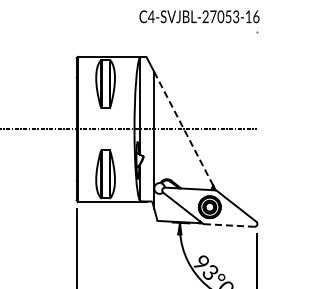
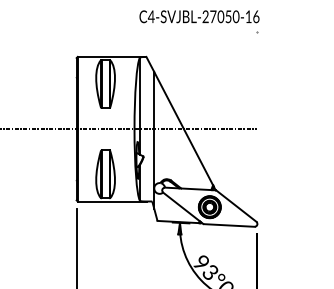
text at (235, 16): C4-SVJBL-27053-16 -> C4-SVJBL-27050-16
line at (183, 128): dashed -> solid
line at (229, 225): dashed -> solid
